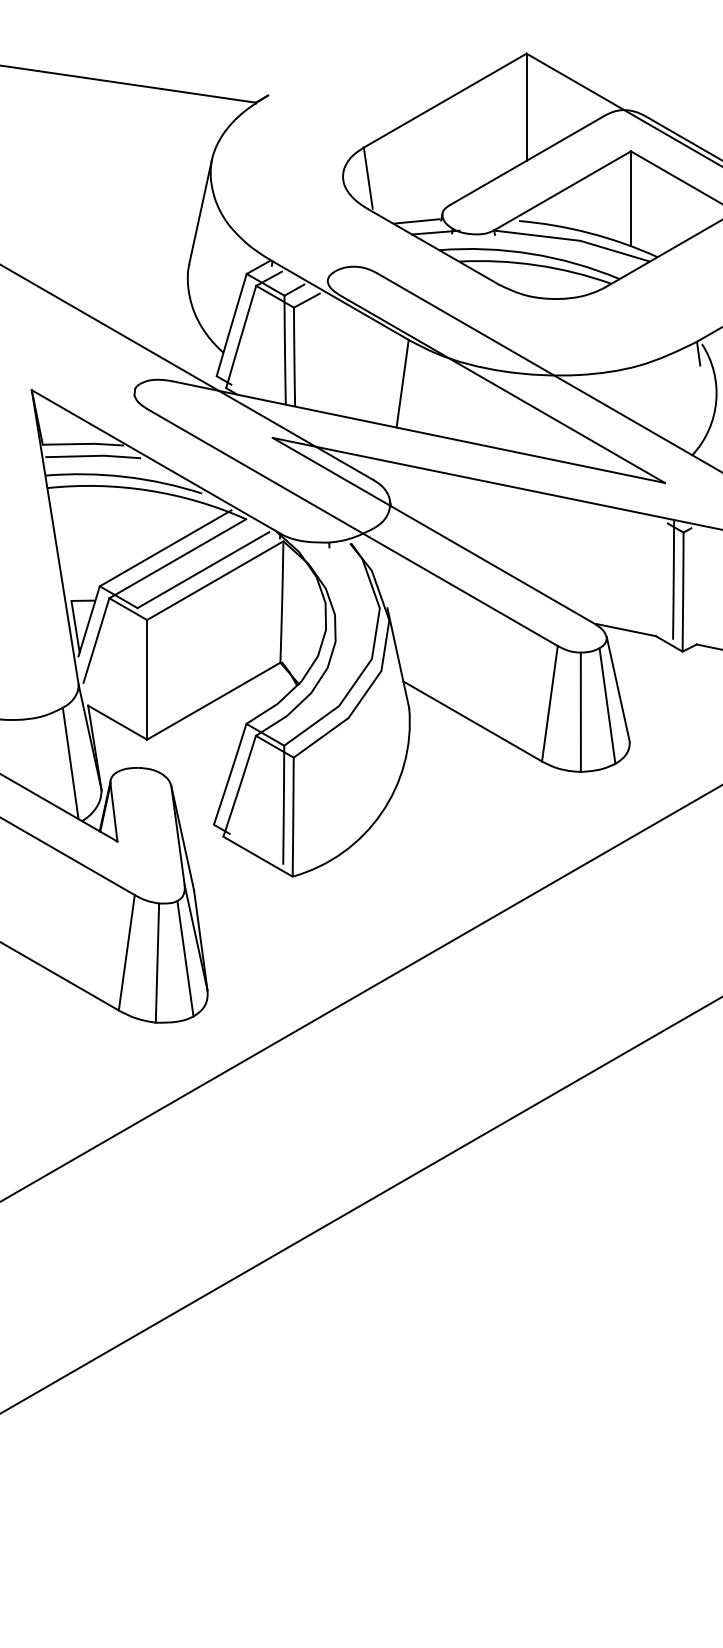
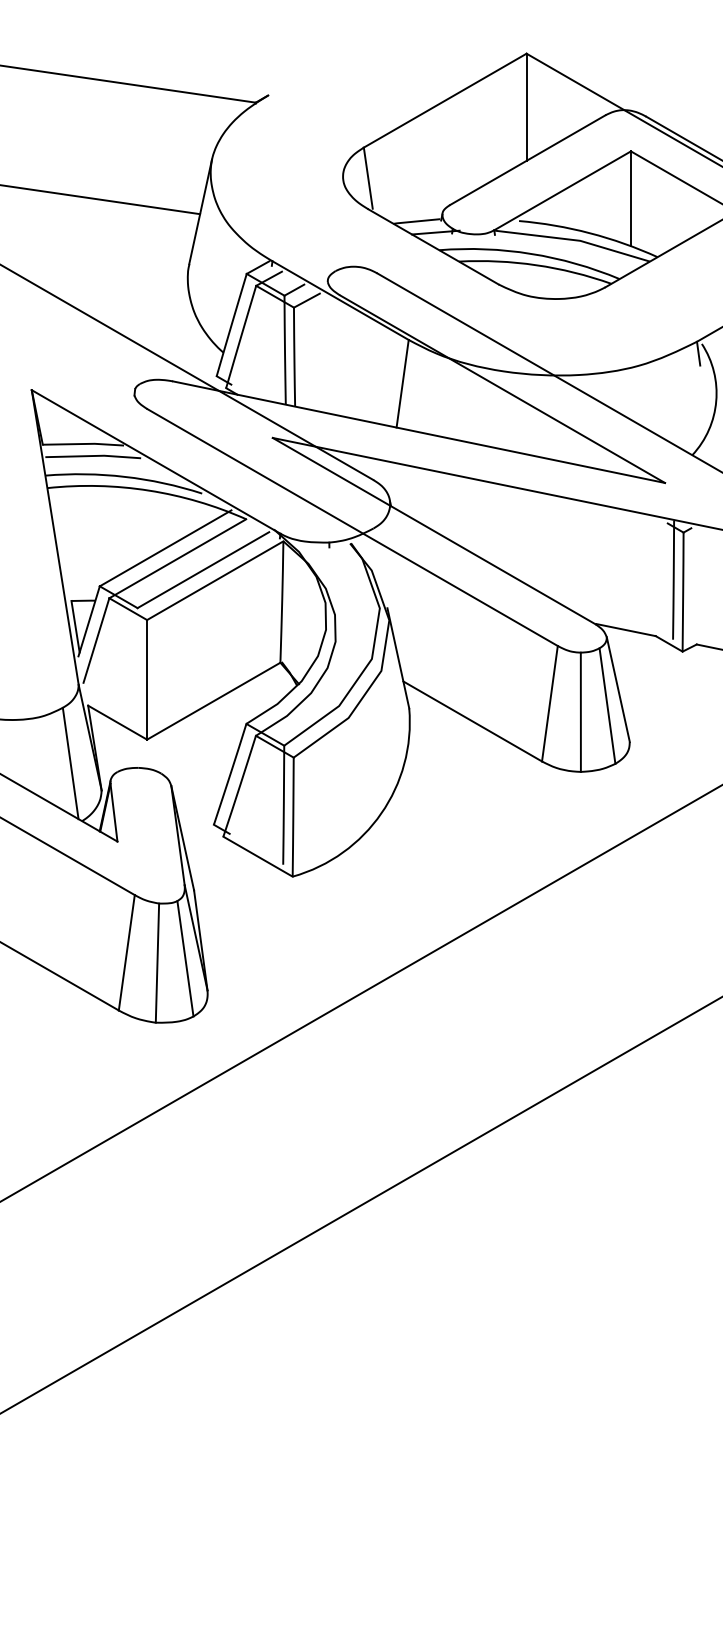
line at (101, 199): none -> present
